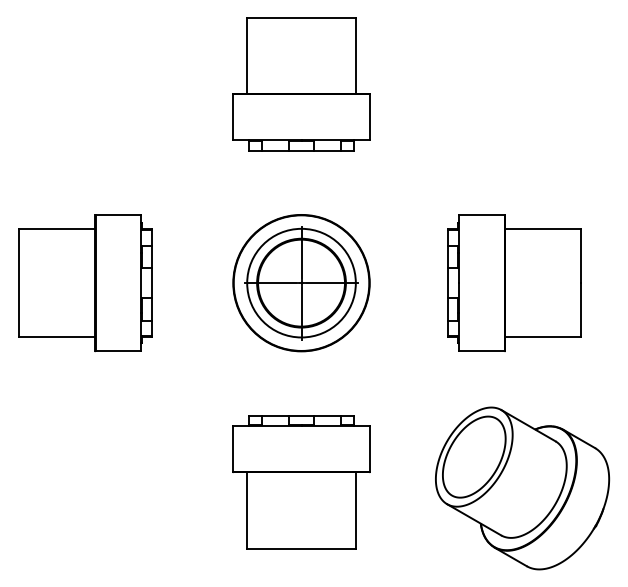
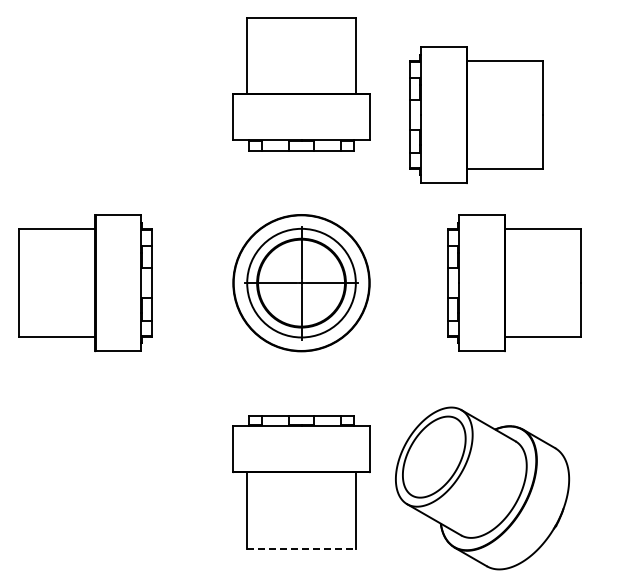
part at (476, 114): none -> present
part at (522, 488) position: (522, 488) -> (482, 488)
line at (302, 548): solid -> dashed
